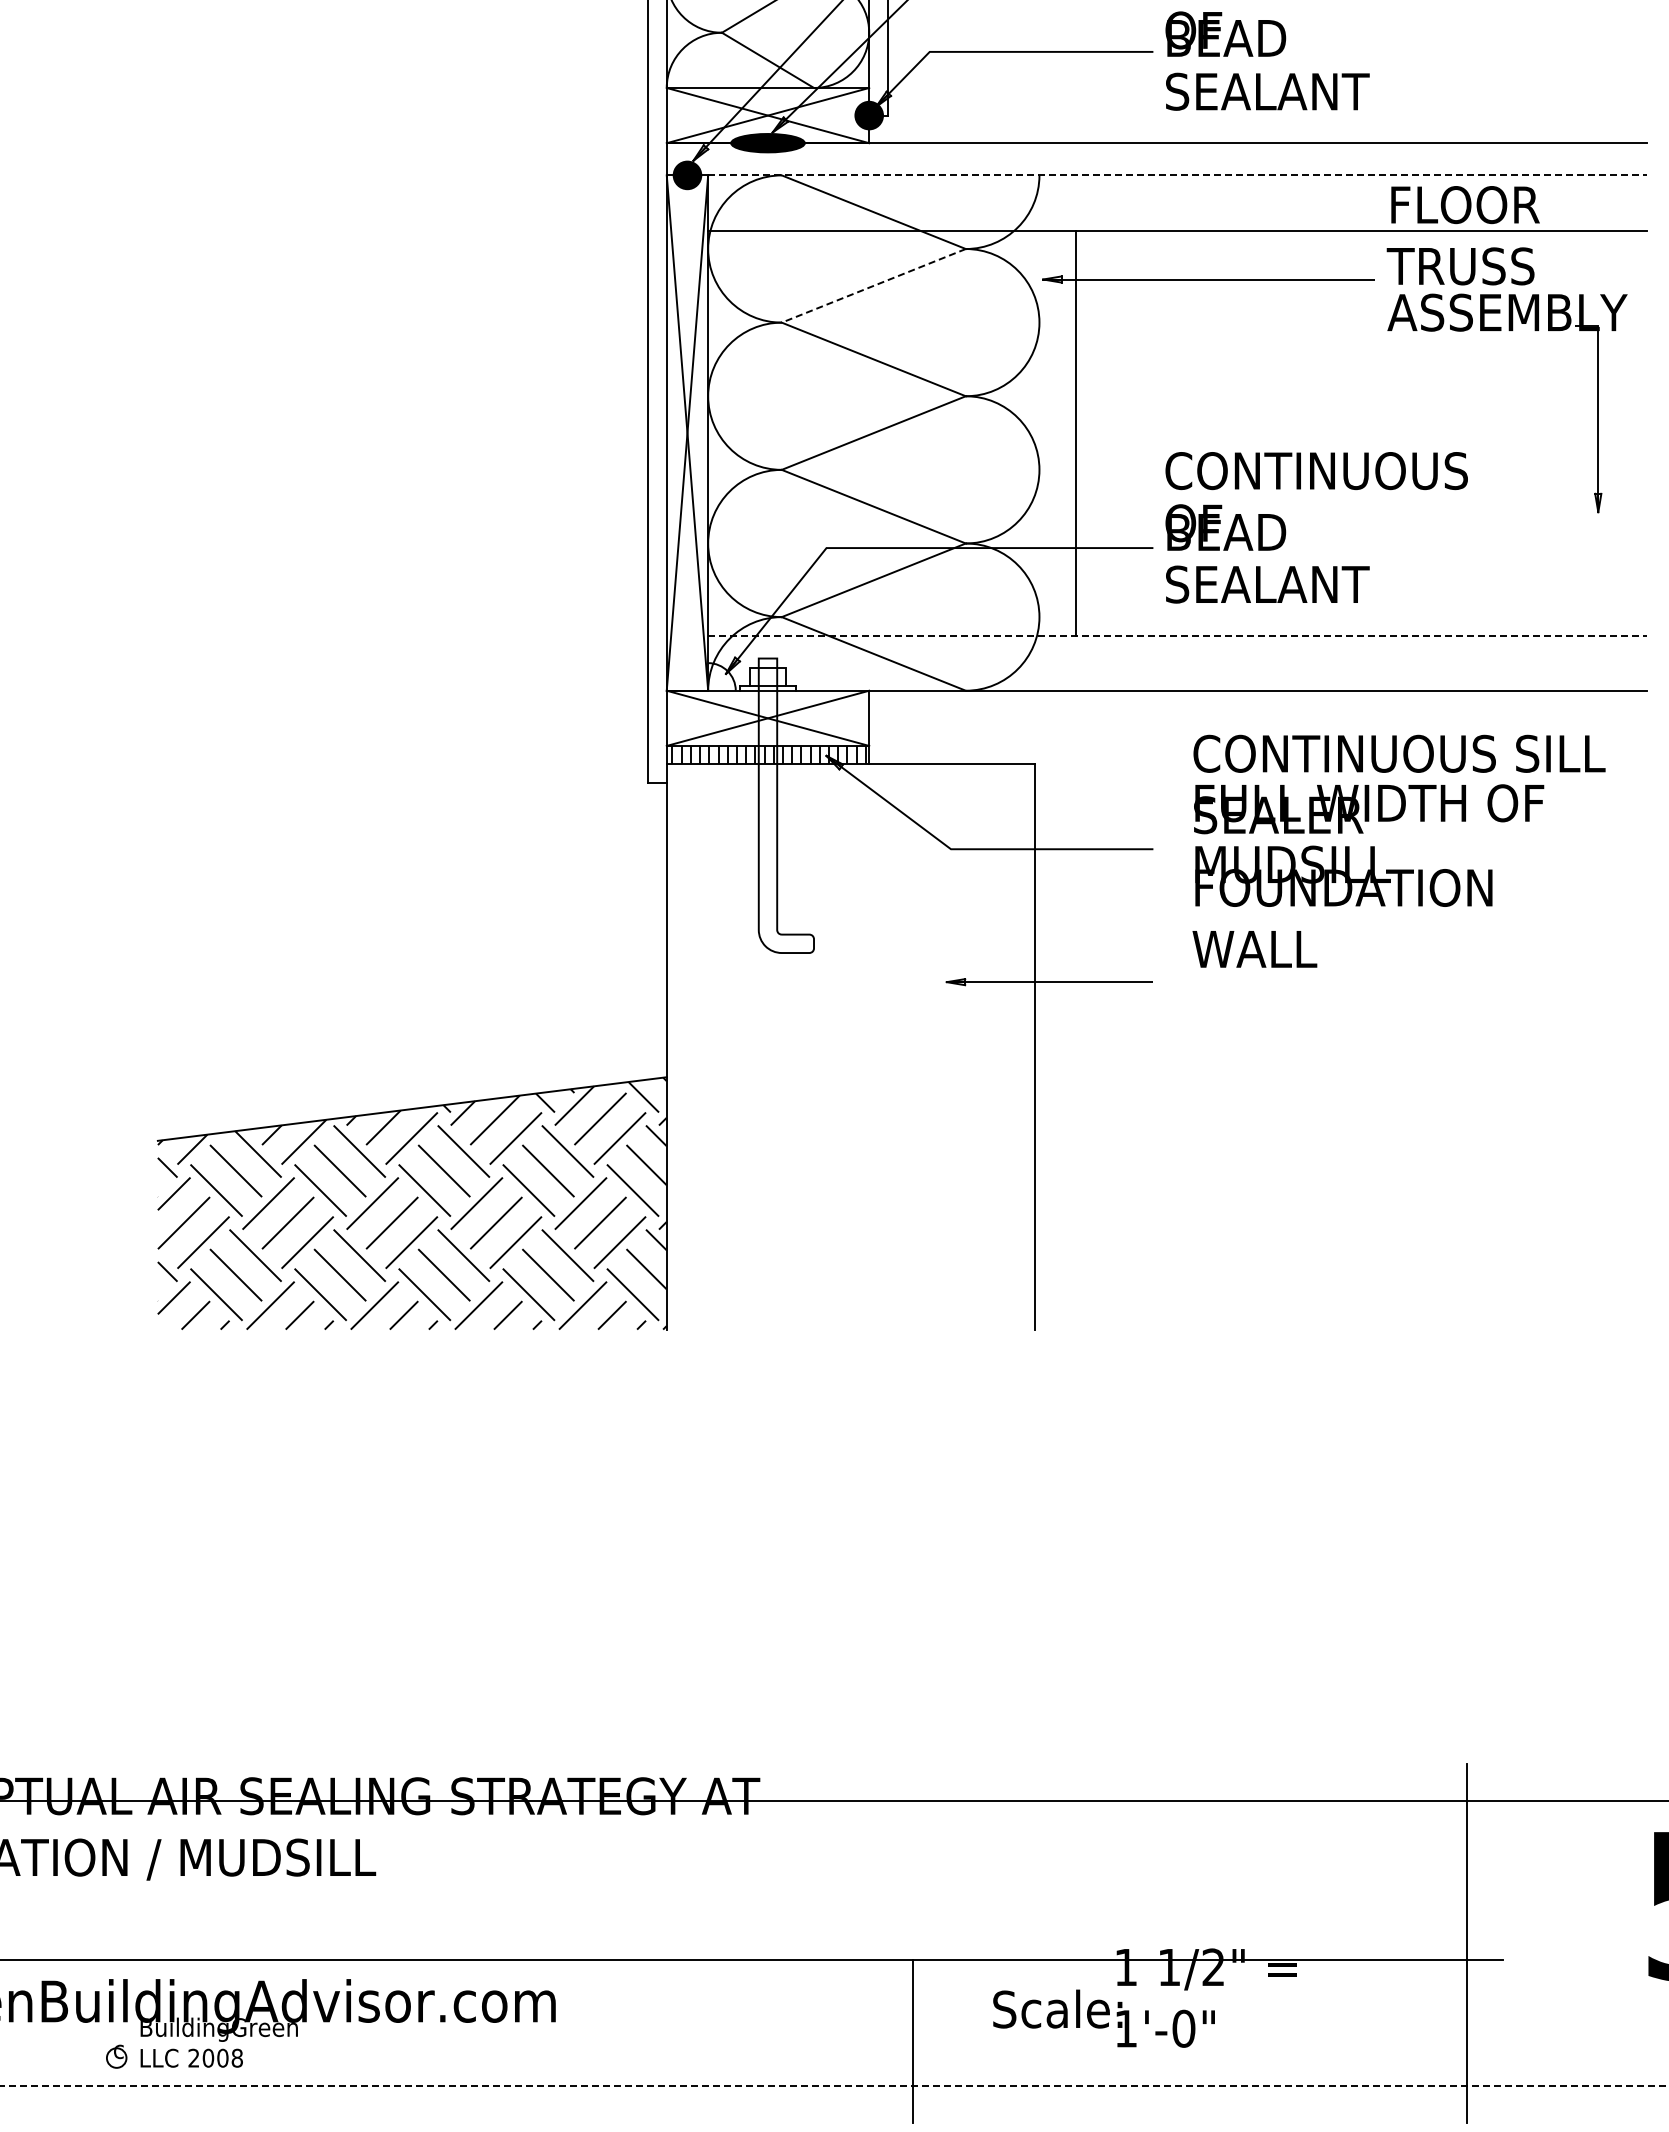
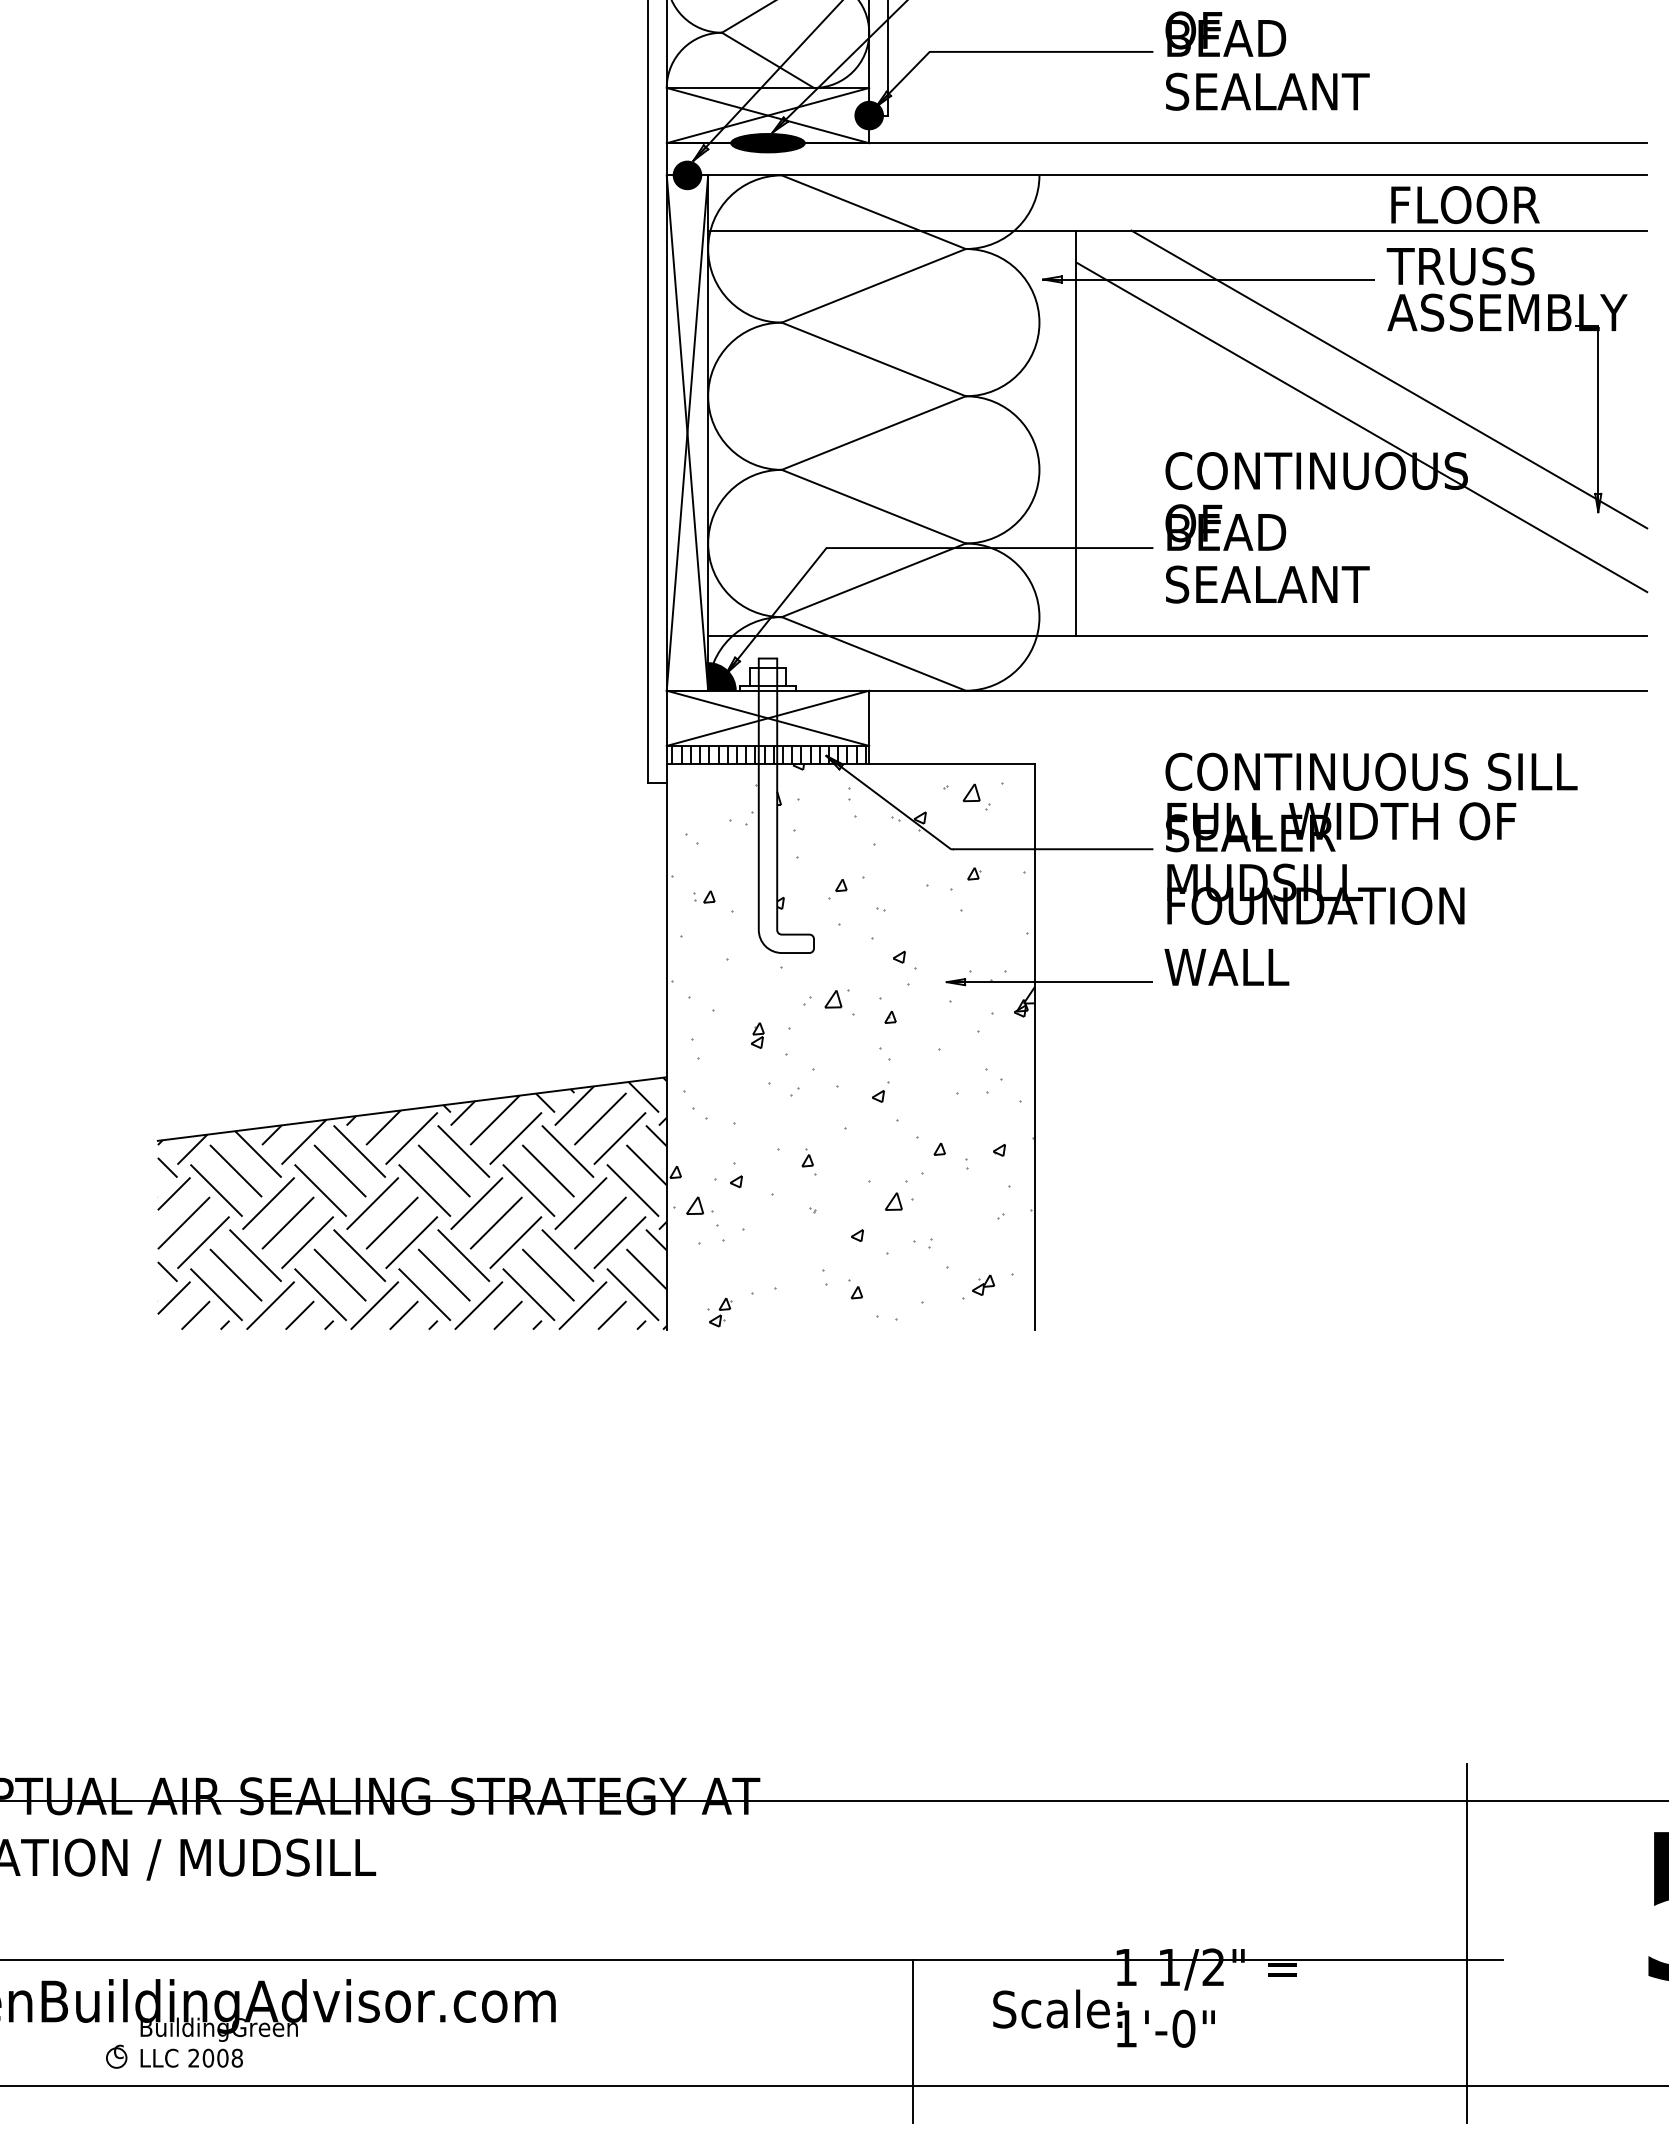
line at (1177, 175): dashed -> solid
line at (873, 286): dashed -> solid
line at (1389, 379): none -> present
line at (1361, 427): none -> present
line at (1177, 635): dashed -> solid
fill at (721, 676): none -> present
text at (1398, 850) position: (1398, 850) -> (1370, 868)
hatch at (852, 1045): none -> present
line at (834, 2086): dashed -> solid
